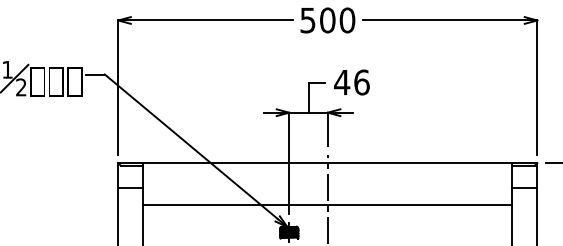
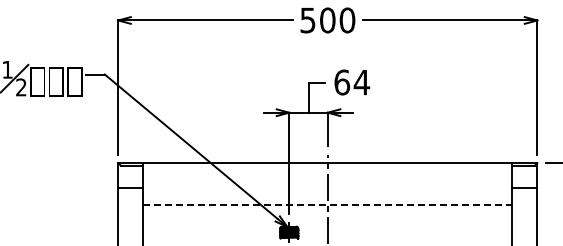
text at (352, 82): 46 -> 64
line at (328, 205): solid -> dashed
